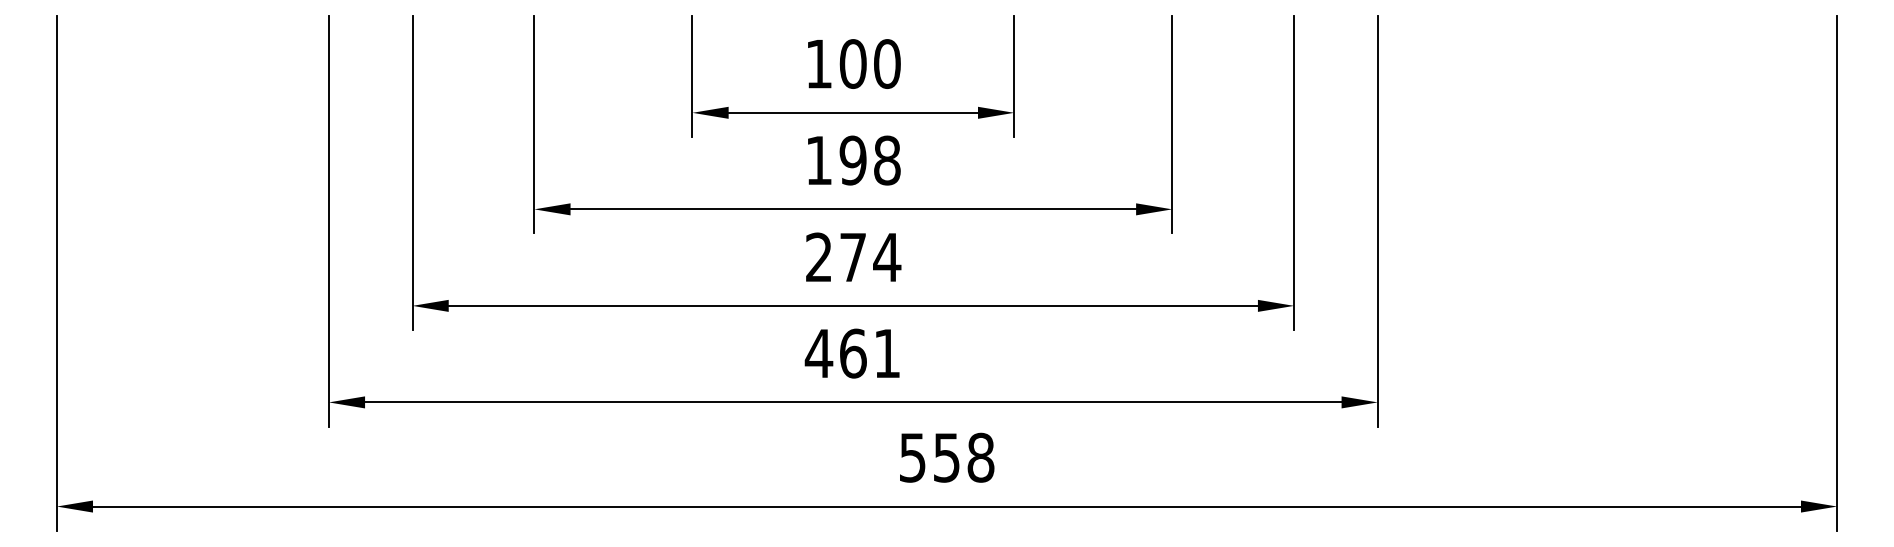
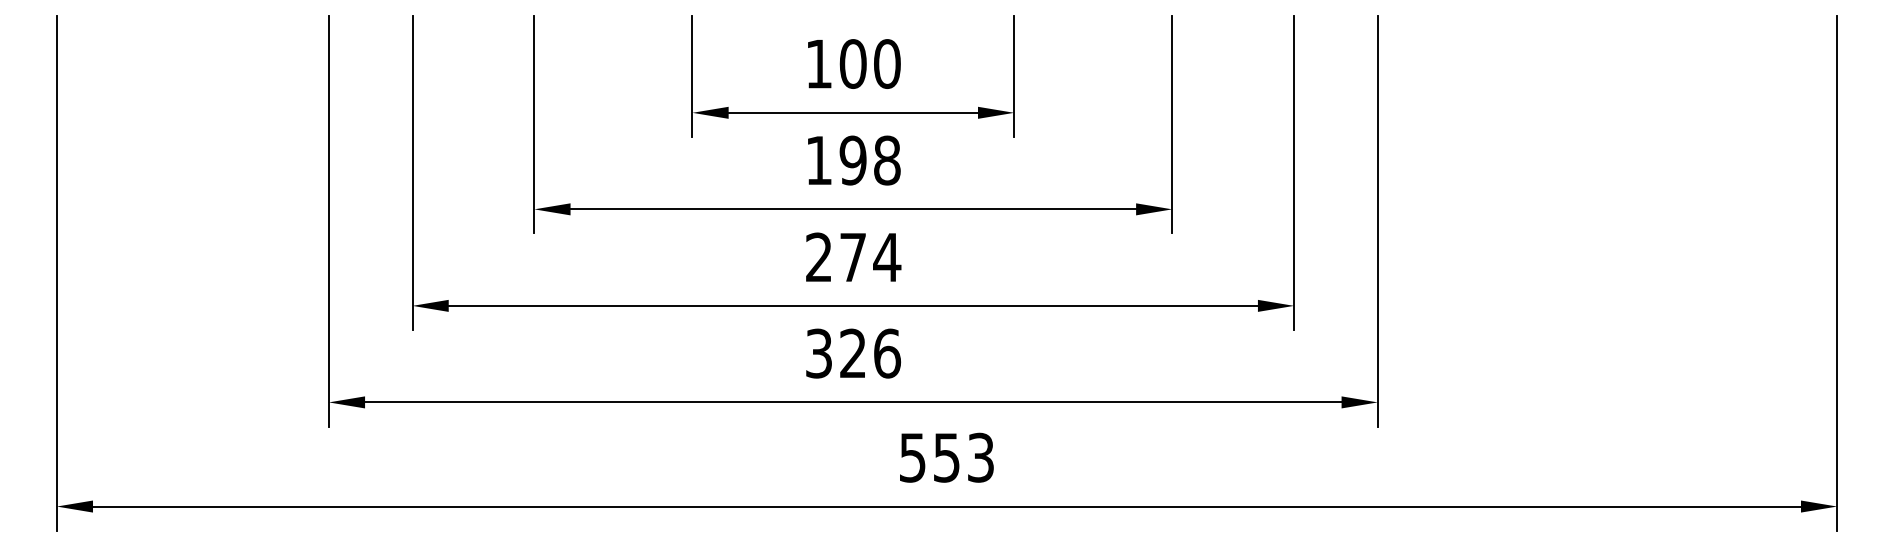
text at (852, 353): 461 -> 326
text at (980, 457): 558 -> 553
